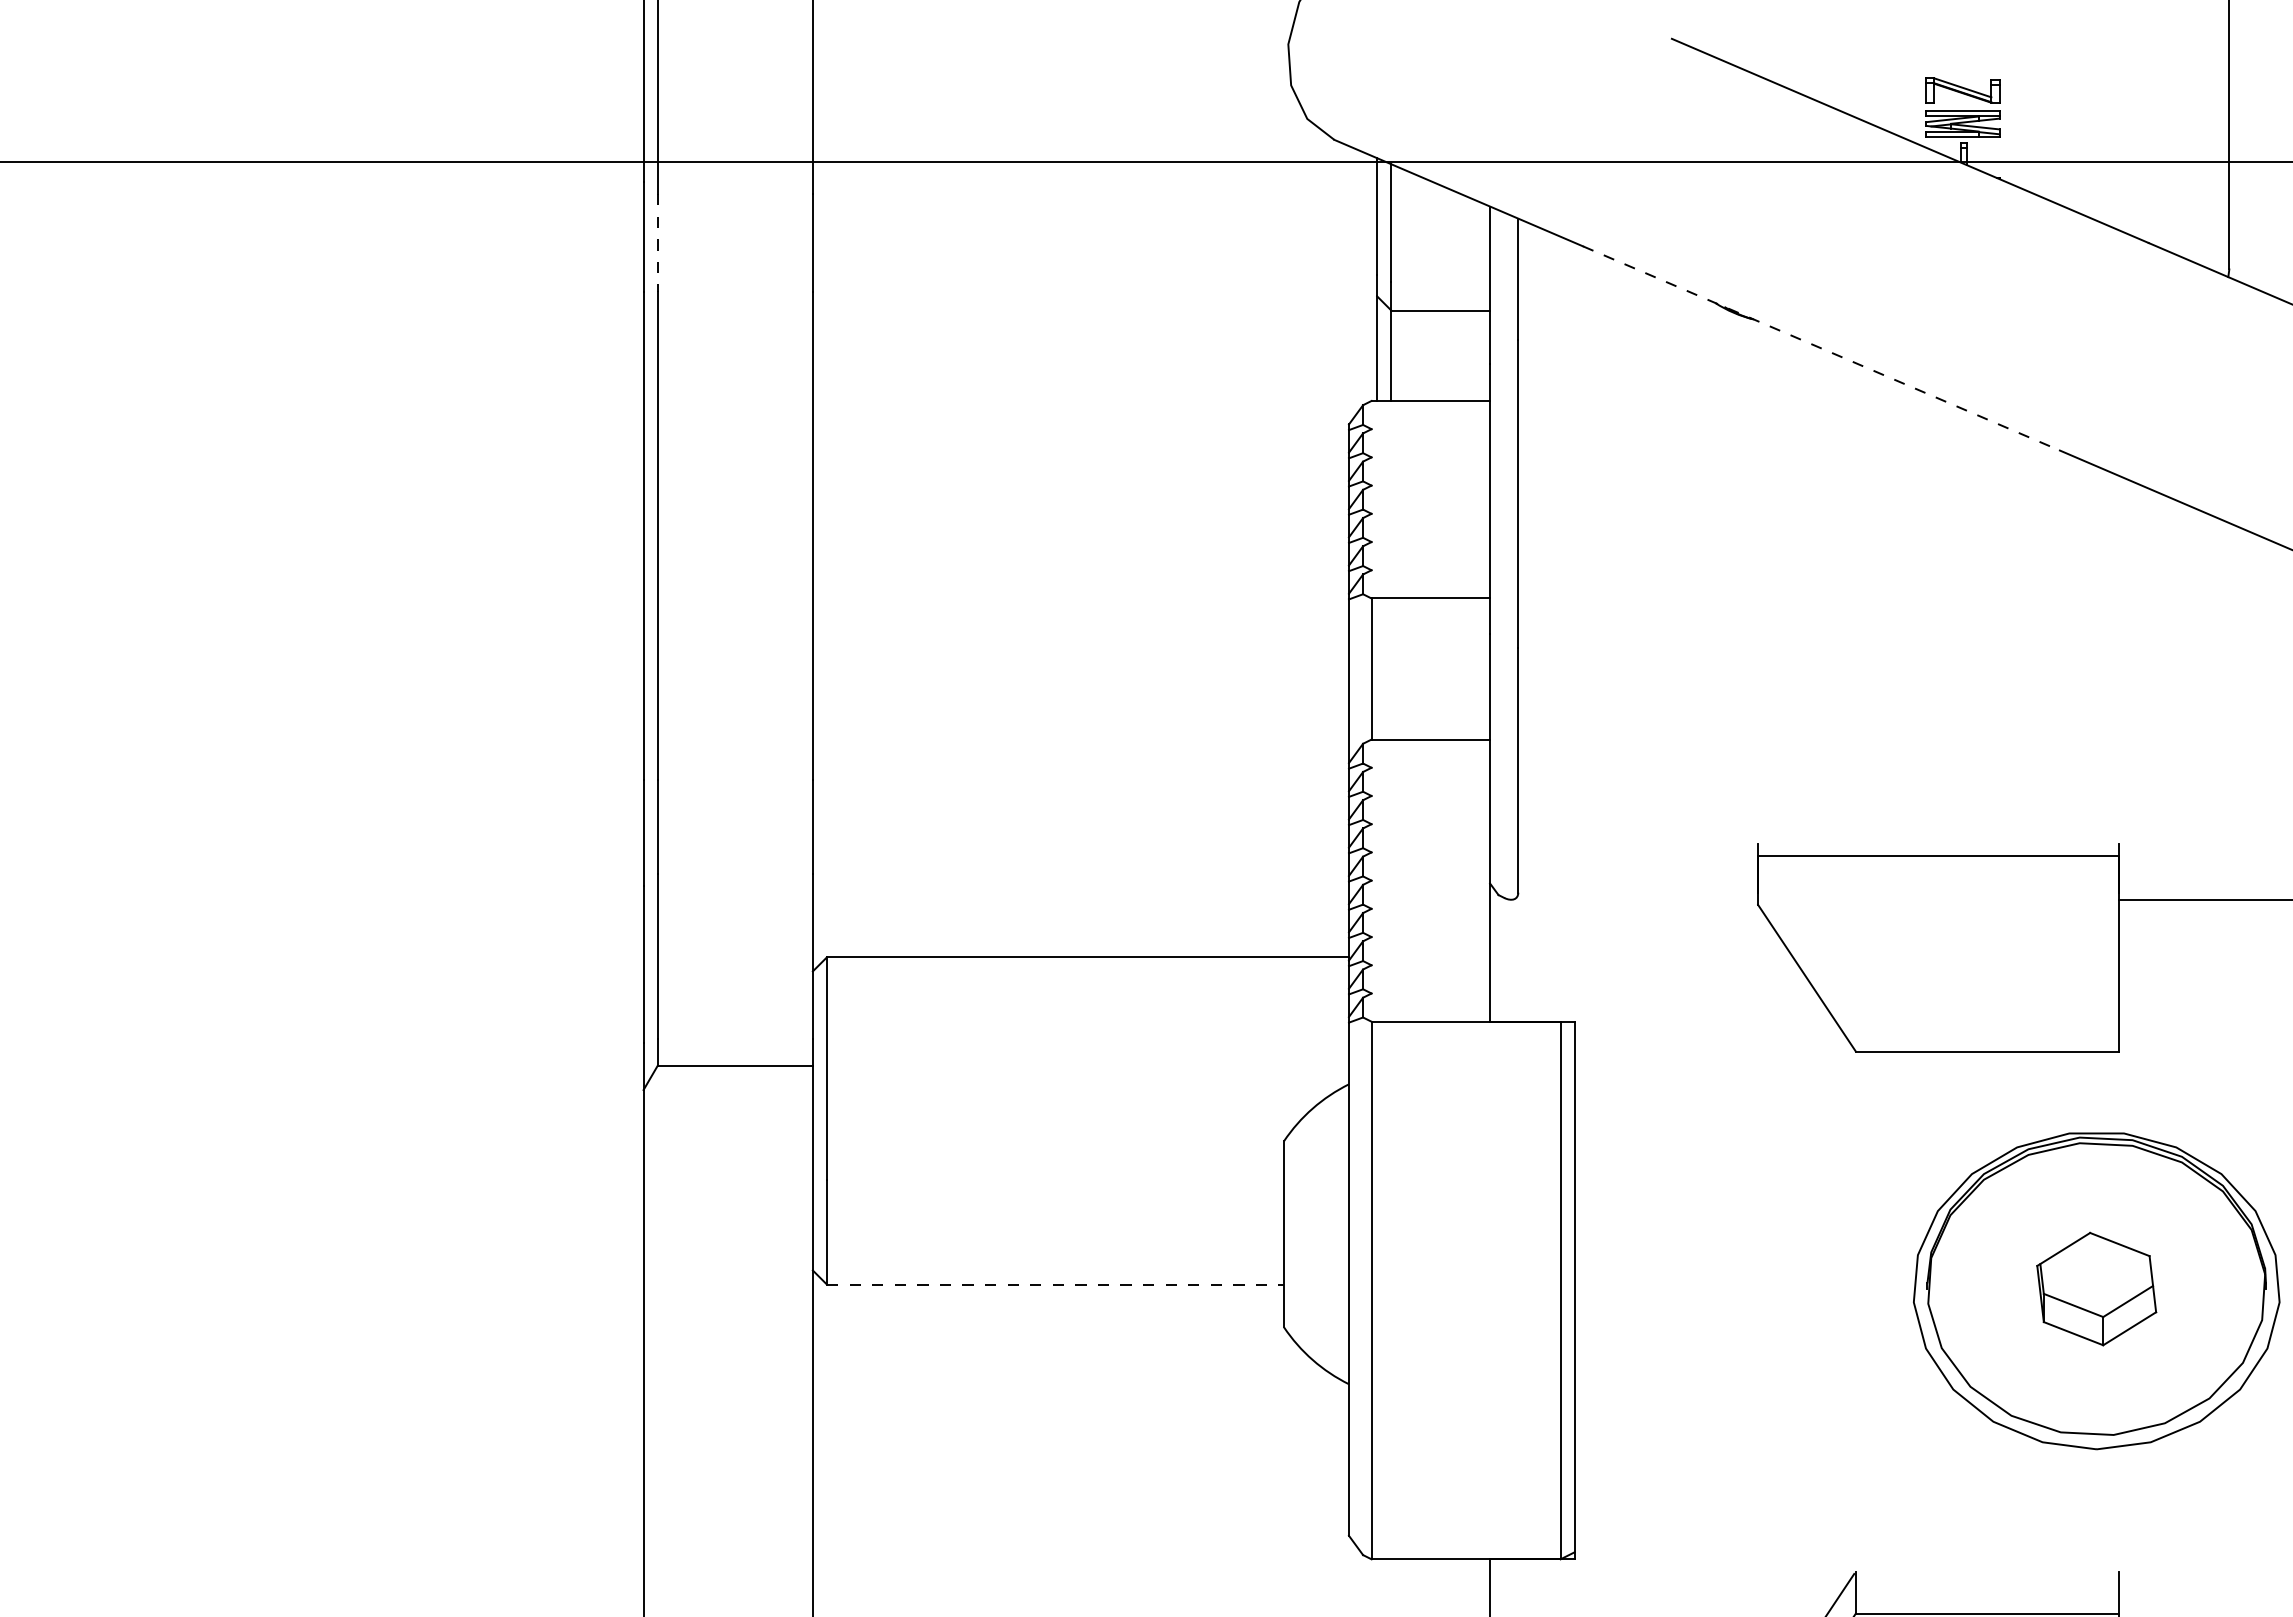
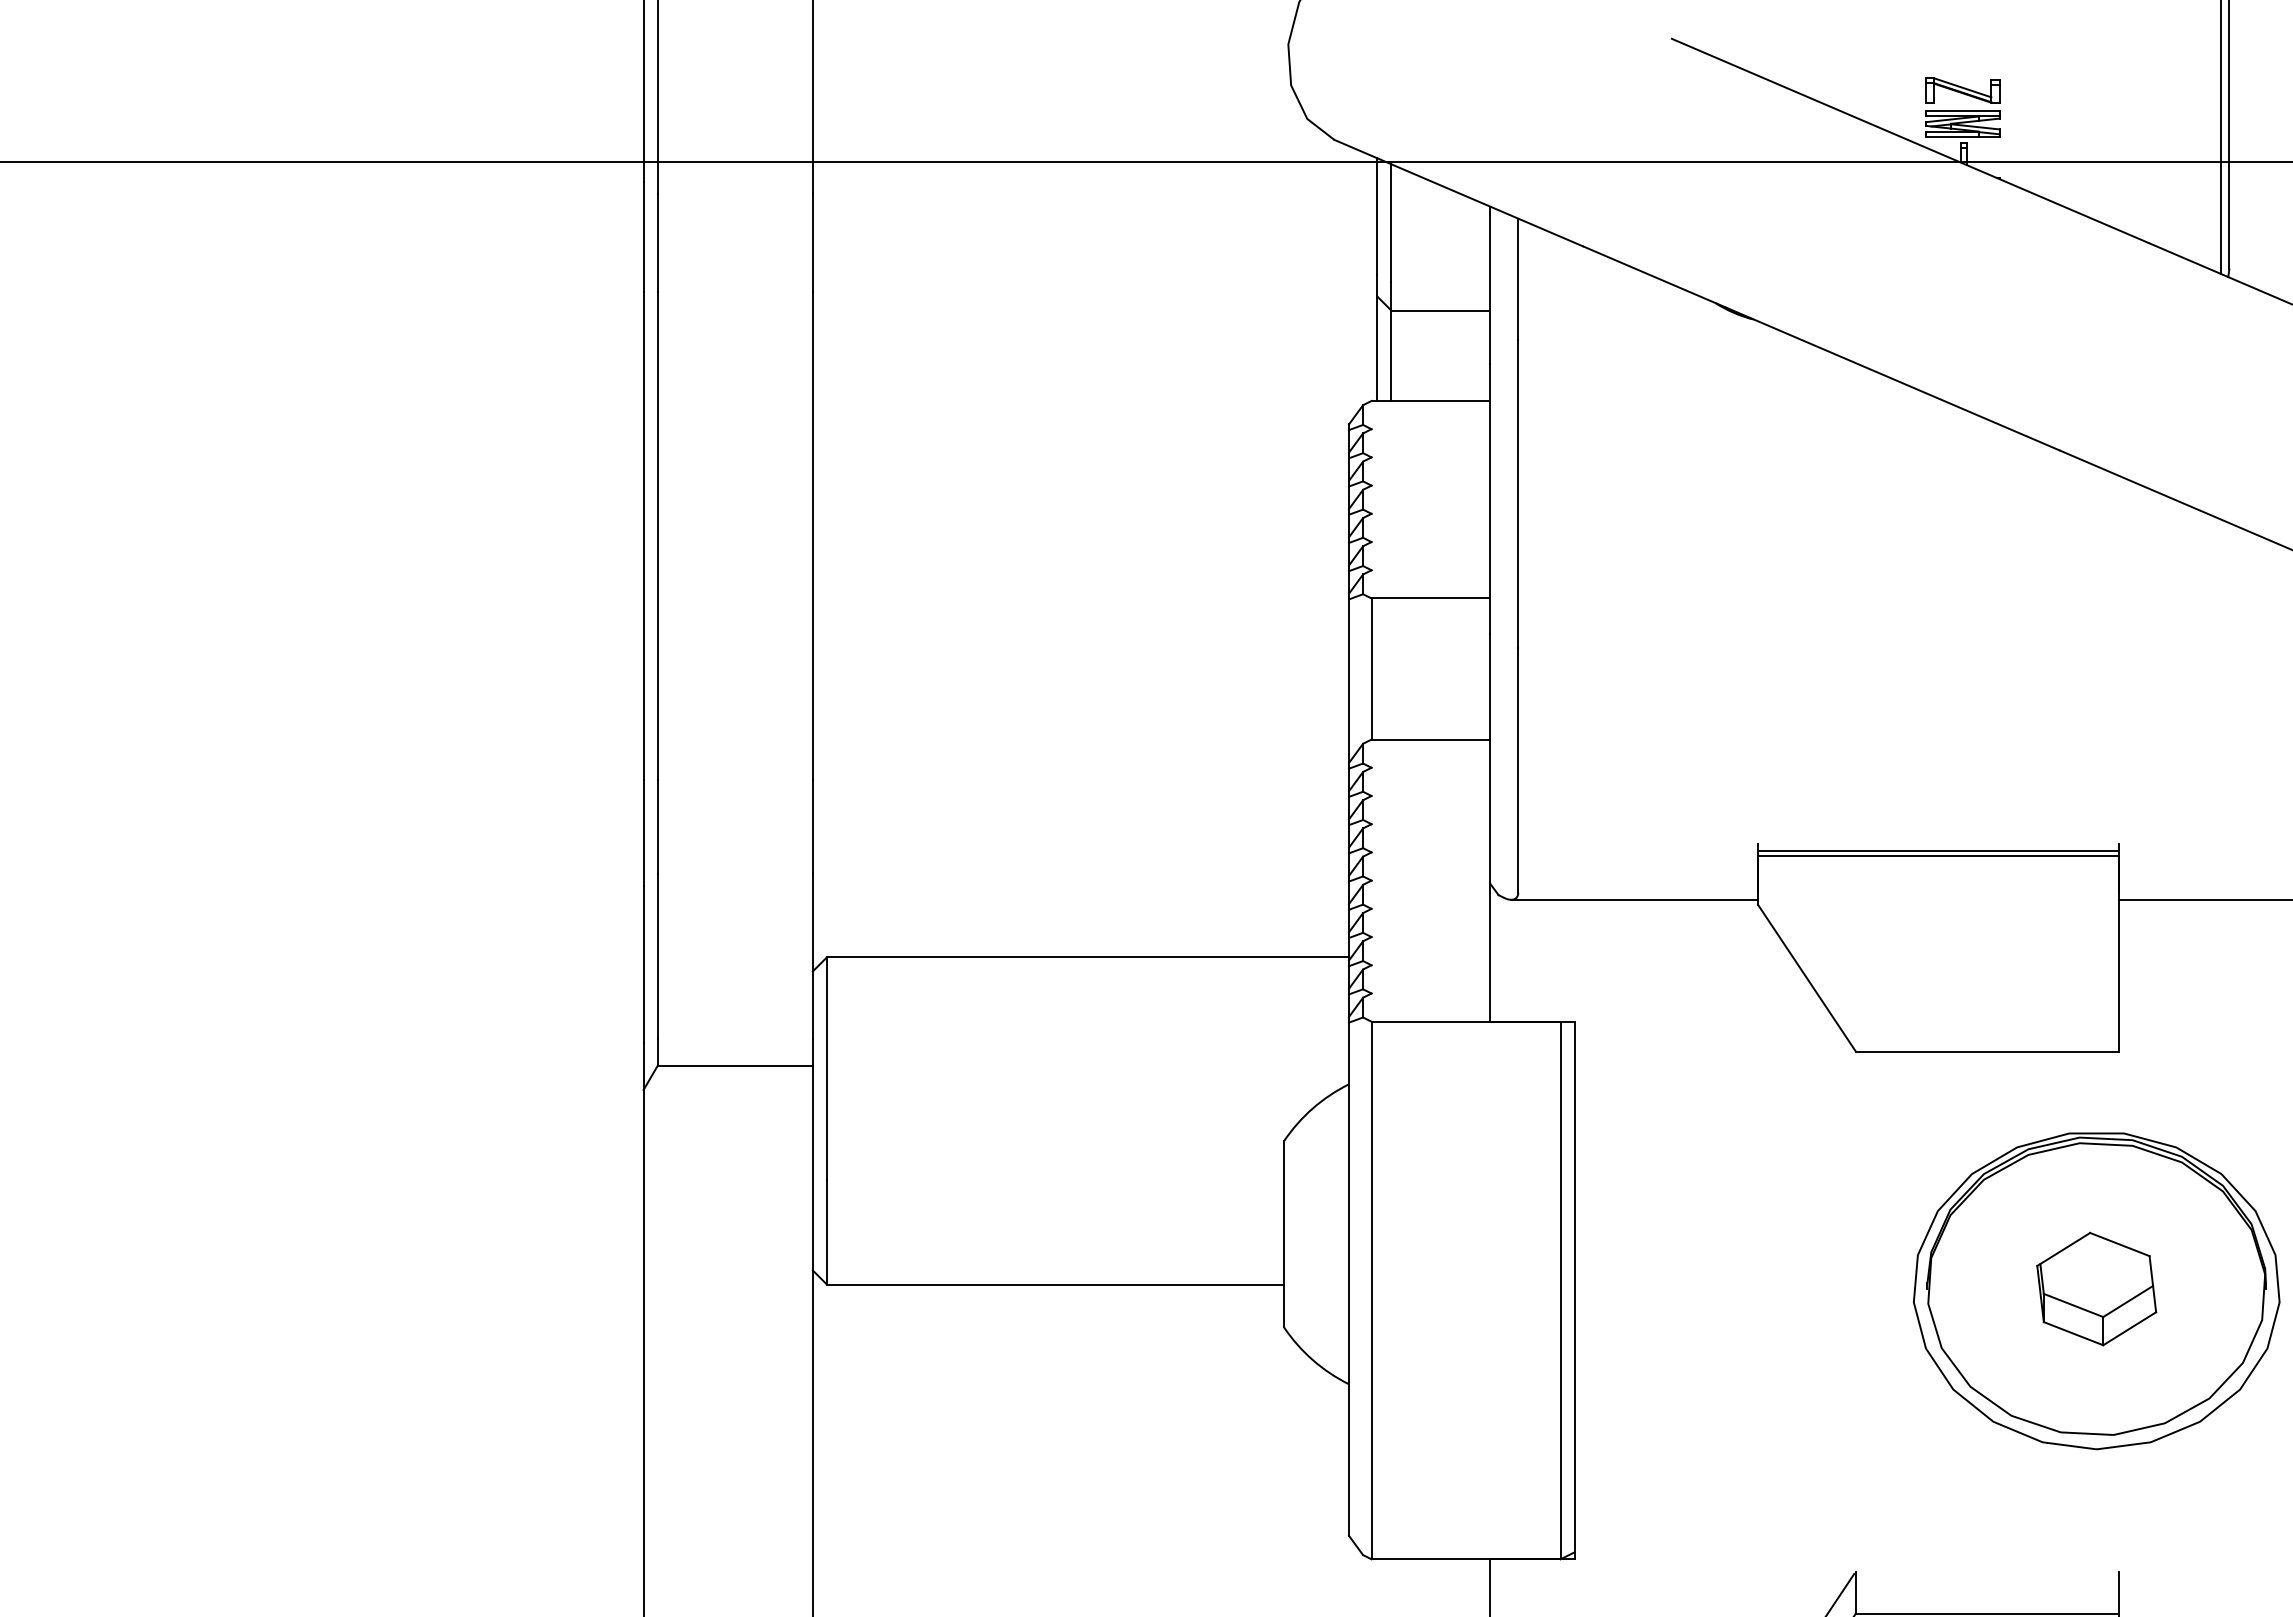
line at (2220, 137): none -> present
line at (657, 243): dashed -> solid
line at (1821, 348): dashed -> solid
line at (1938, 850): none -> present
line at (1634, 899): none -> present
line at (1055, 1284): dashed -> solid
